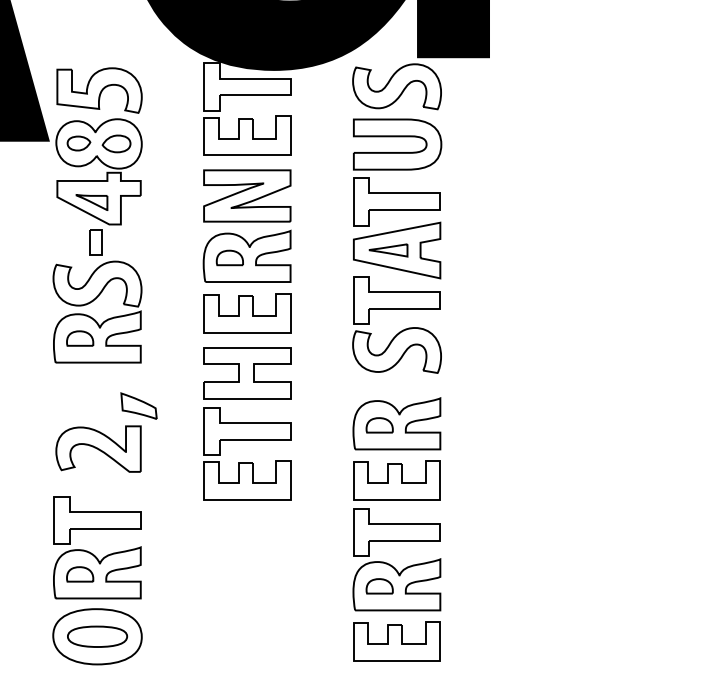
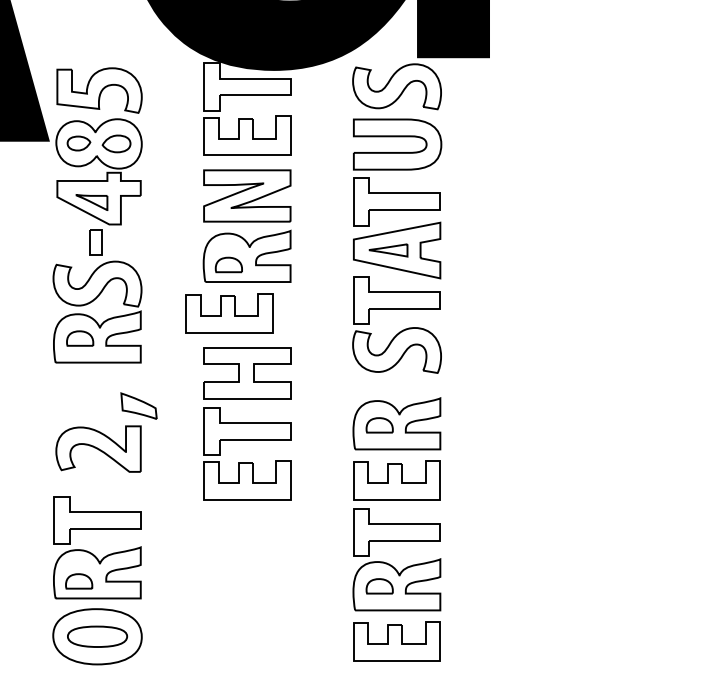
part at (229, 257) position: (229, 257) -> (228, 264)
part at (247, 313) position: (247, 313) -> (229, 313)
part at (80, 574) position: (80, 574) -> (79, 581)
